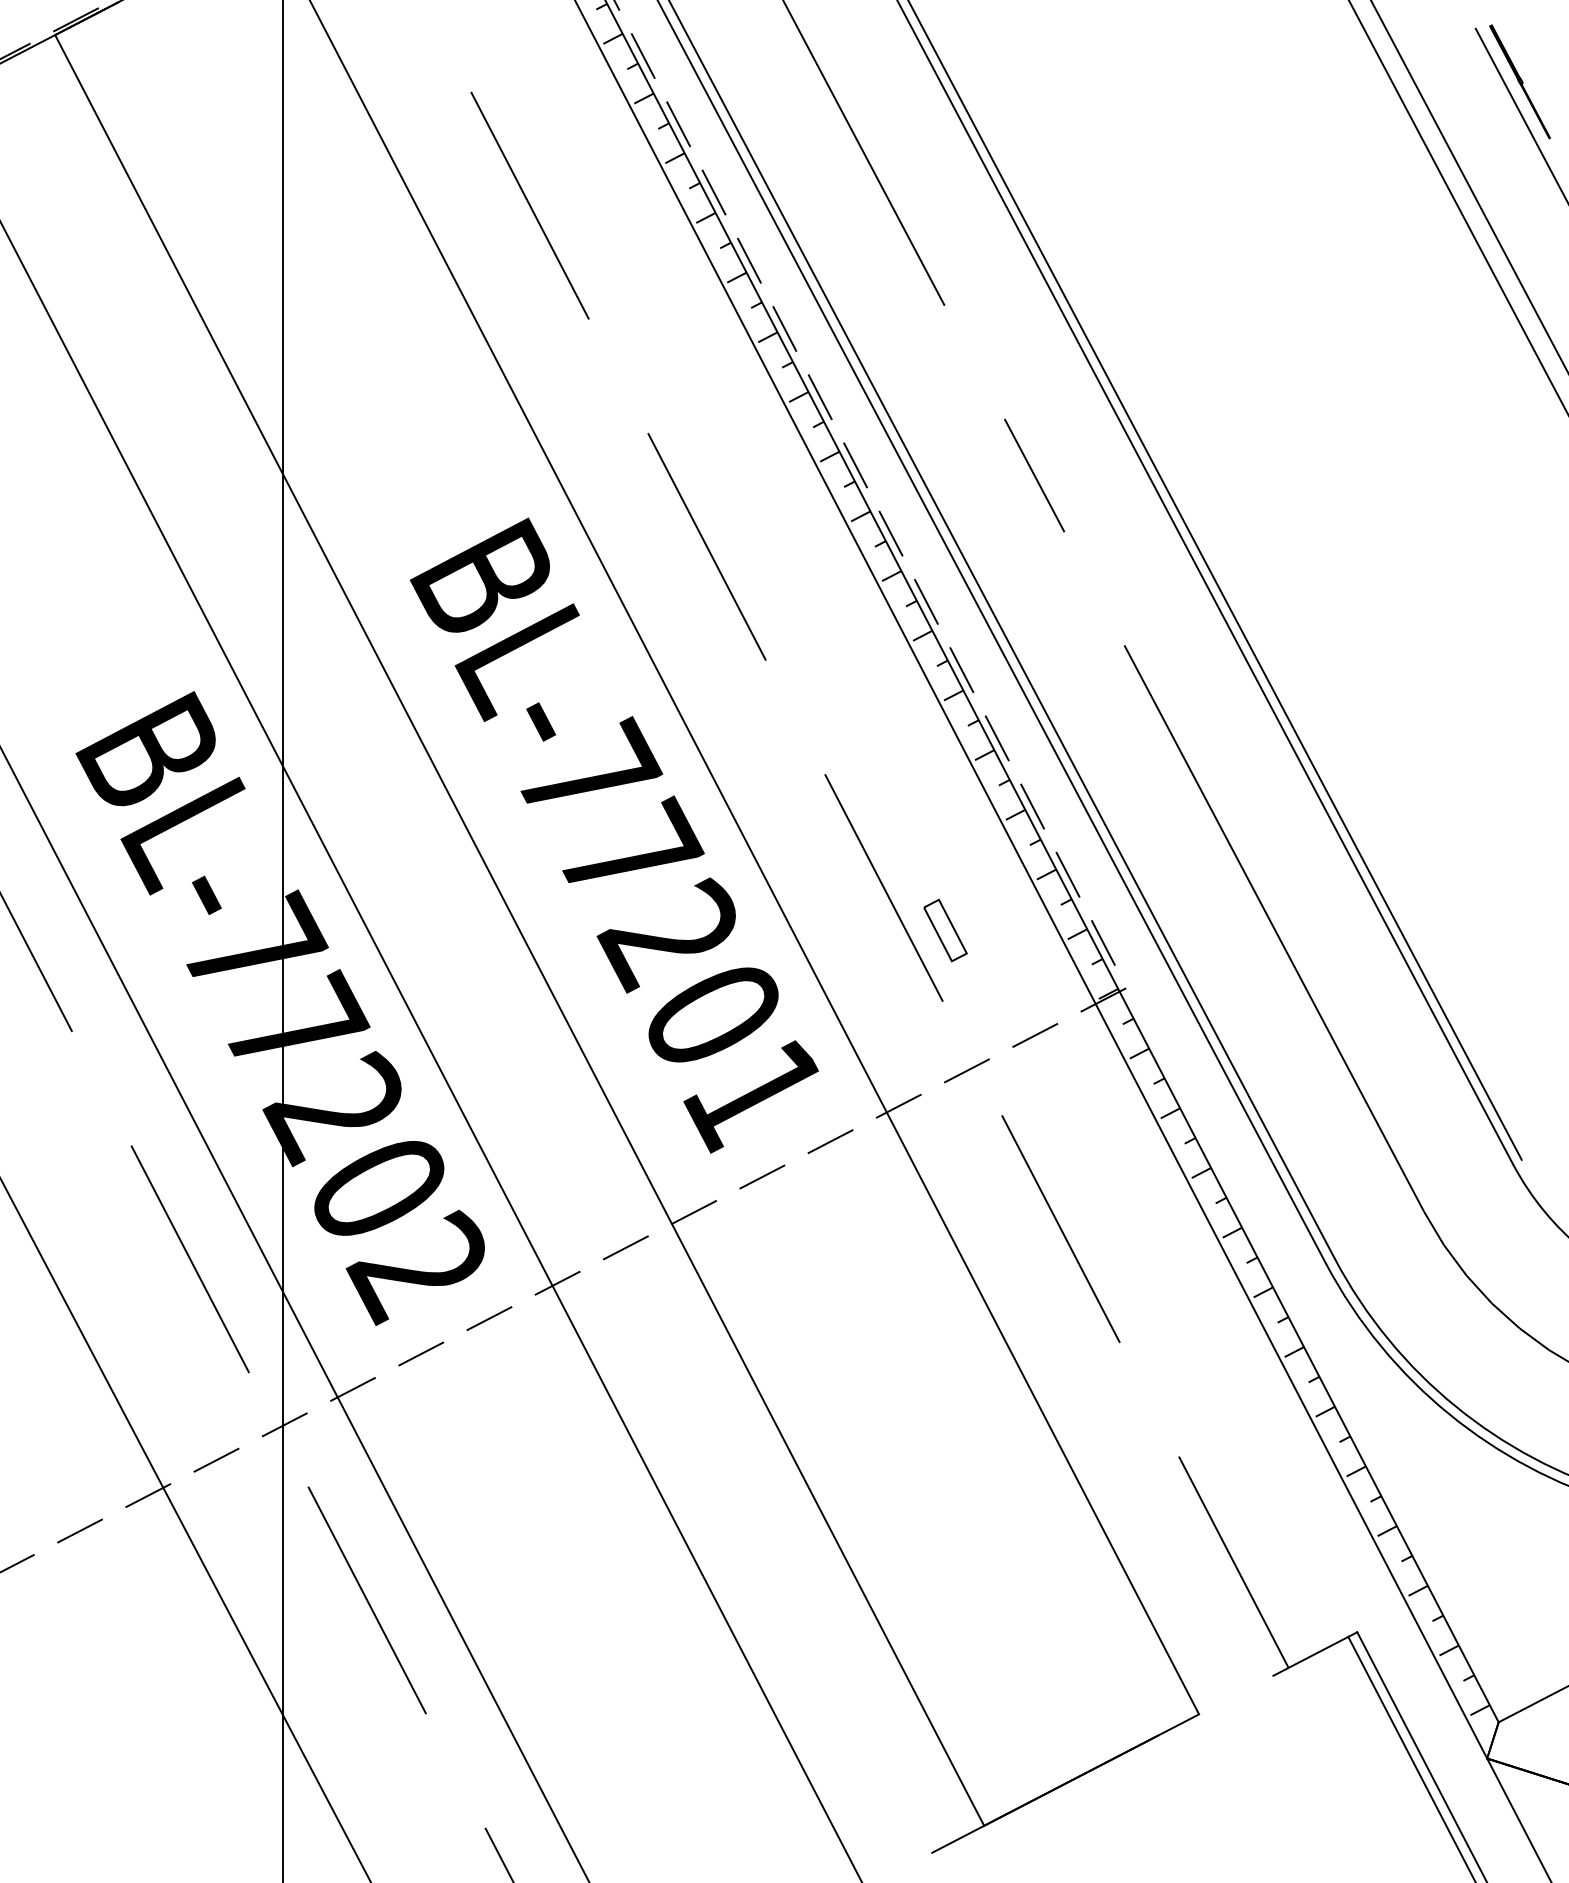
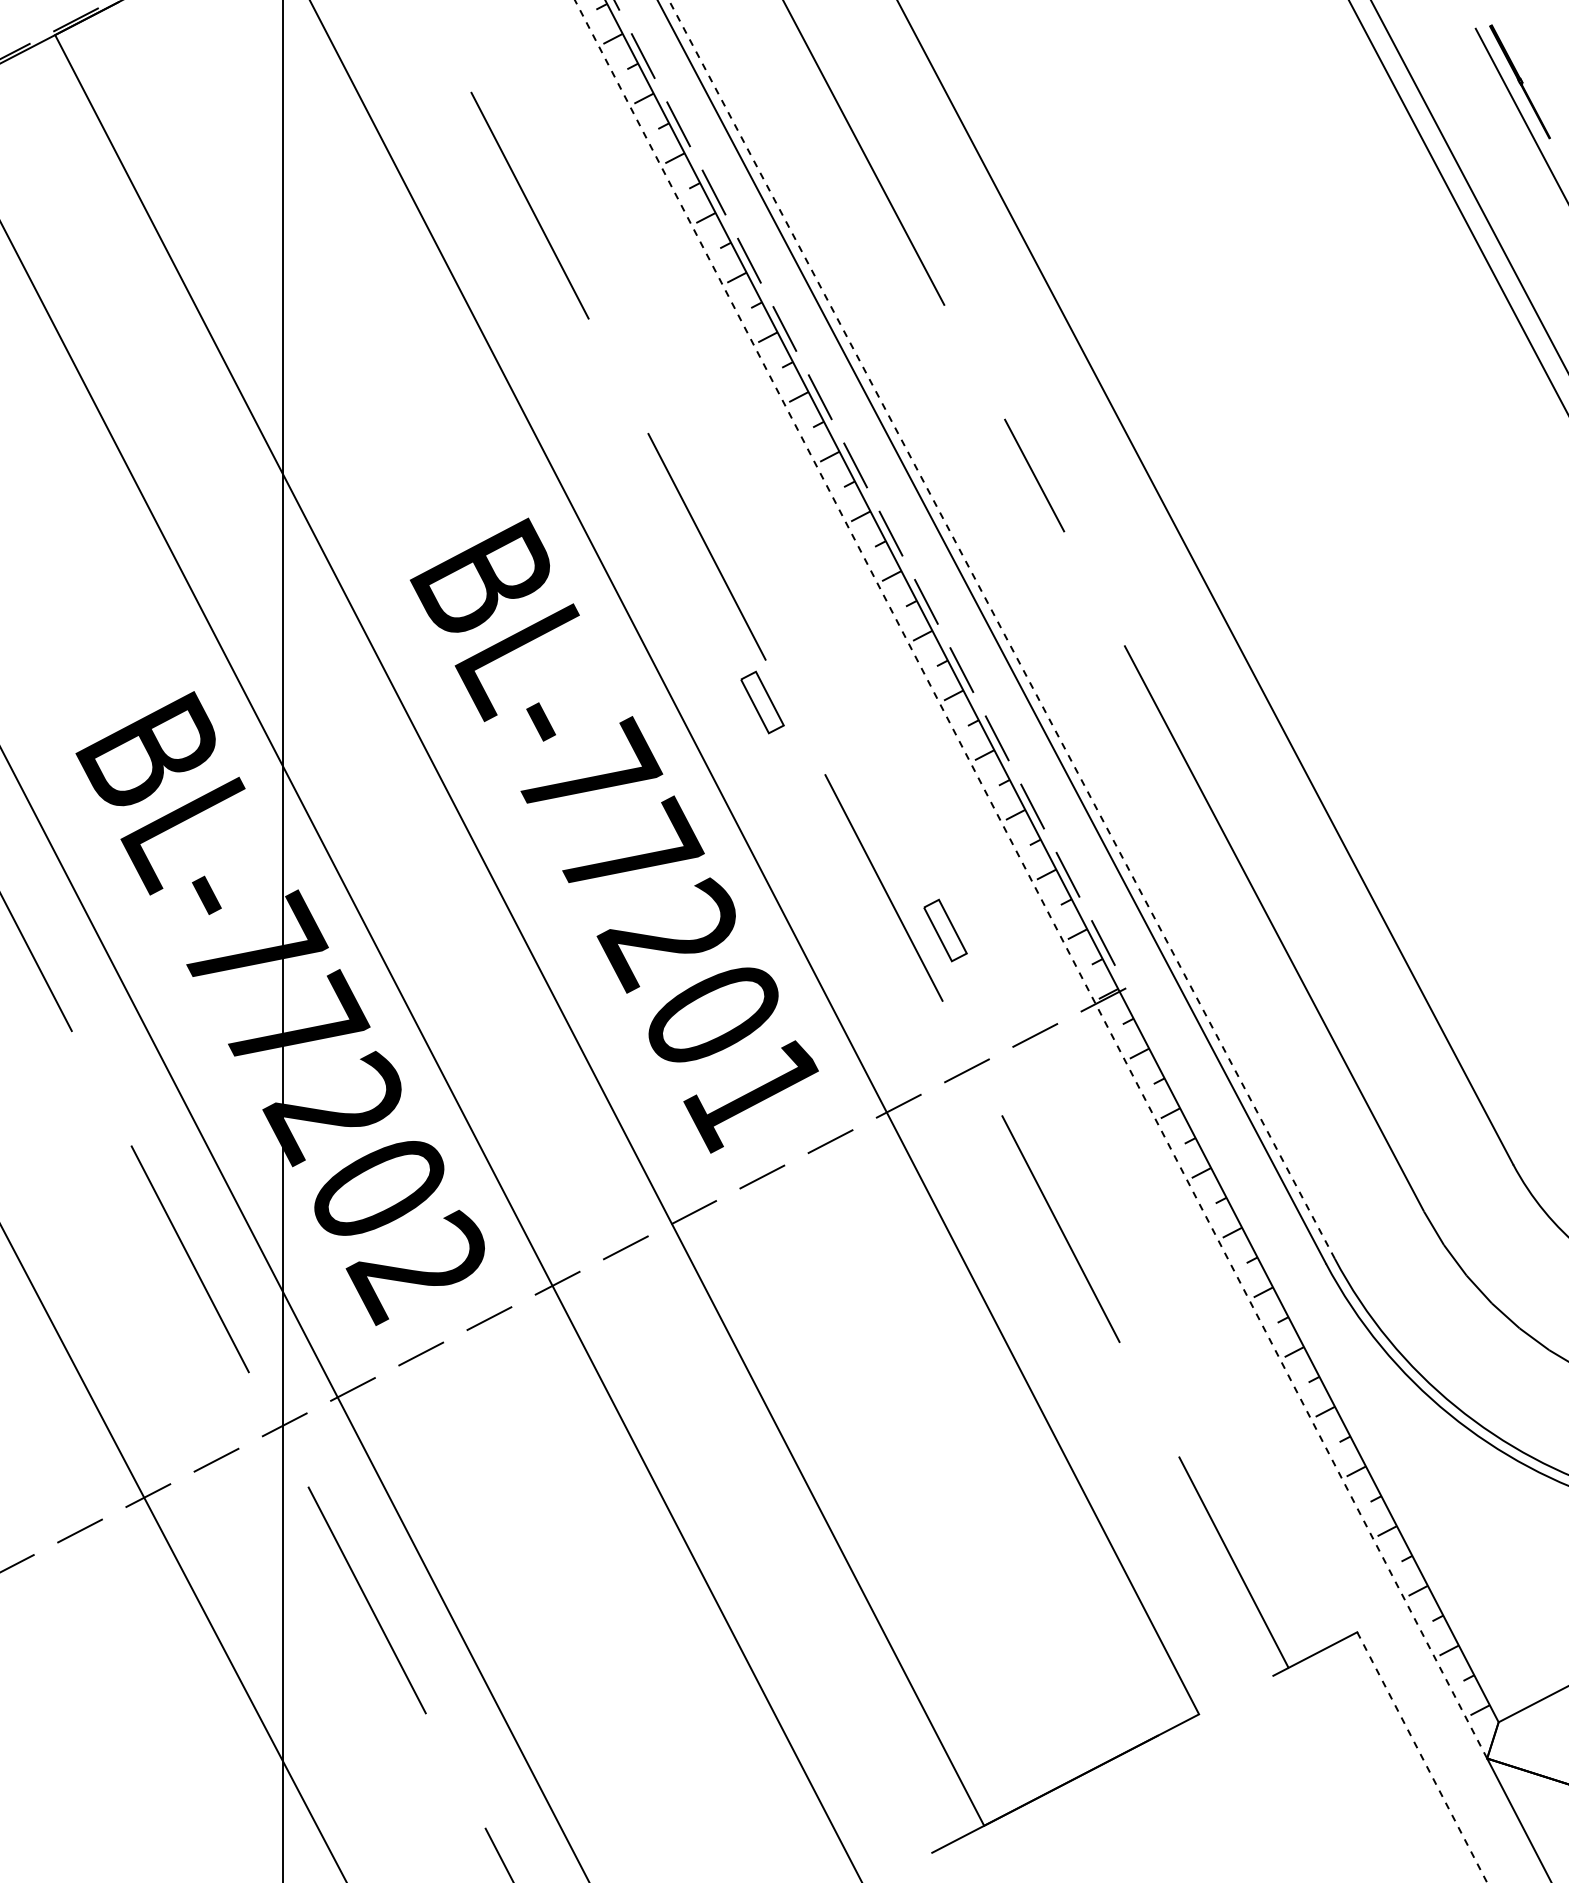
line at (1215, 580): present -> none
line at (1001, 629): solid -> dashed
part at (762, 702): none -> present
line at (1030, 879): solid -> dashed
line at (185, 1530) position: (185, 1530) -> (173, 1553)
line at (1411, 1757): present -> none
line at (1422, 1757): solid -> dashed
